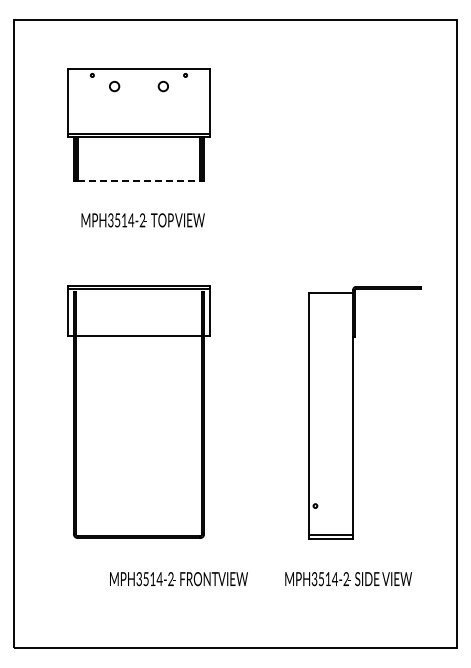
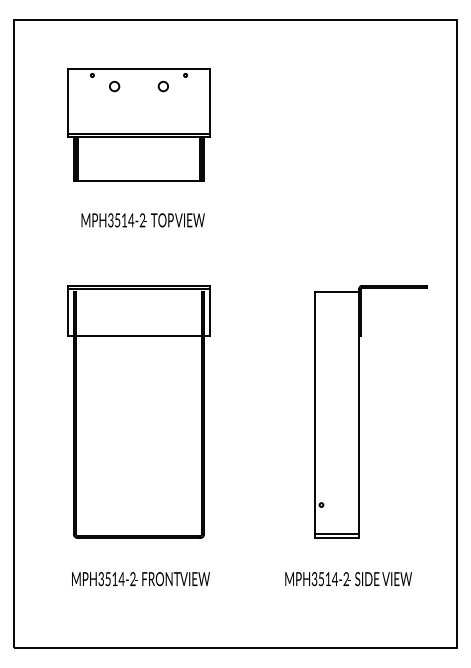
line at (139, 181): dashed -> solid
part at (353, 412) position: (353, 412) -> (359, 411)
text at (178, 579) position: (178, 579) -> (140, 579)
